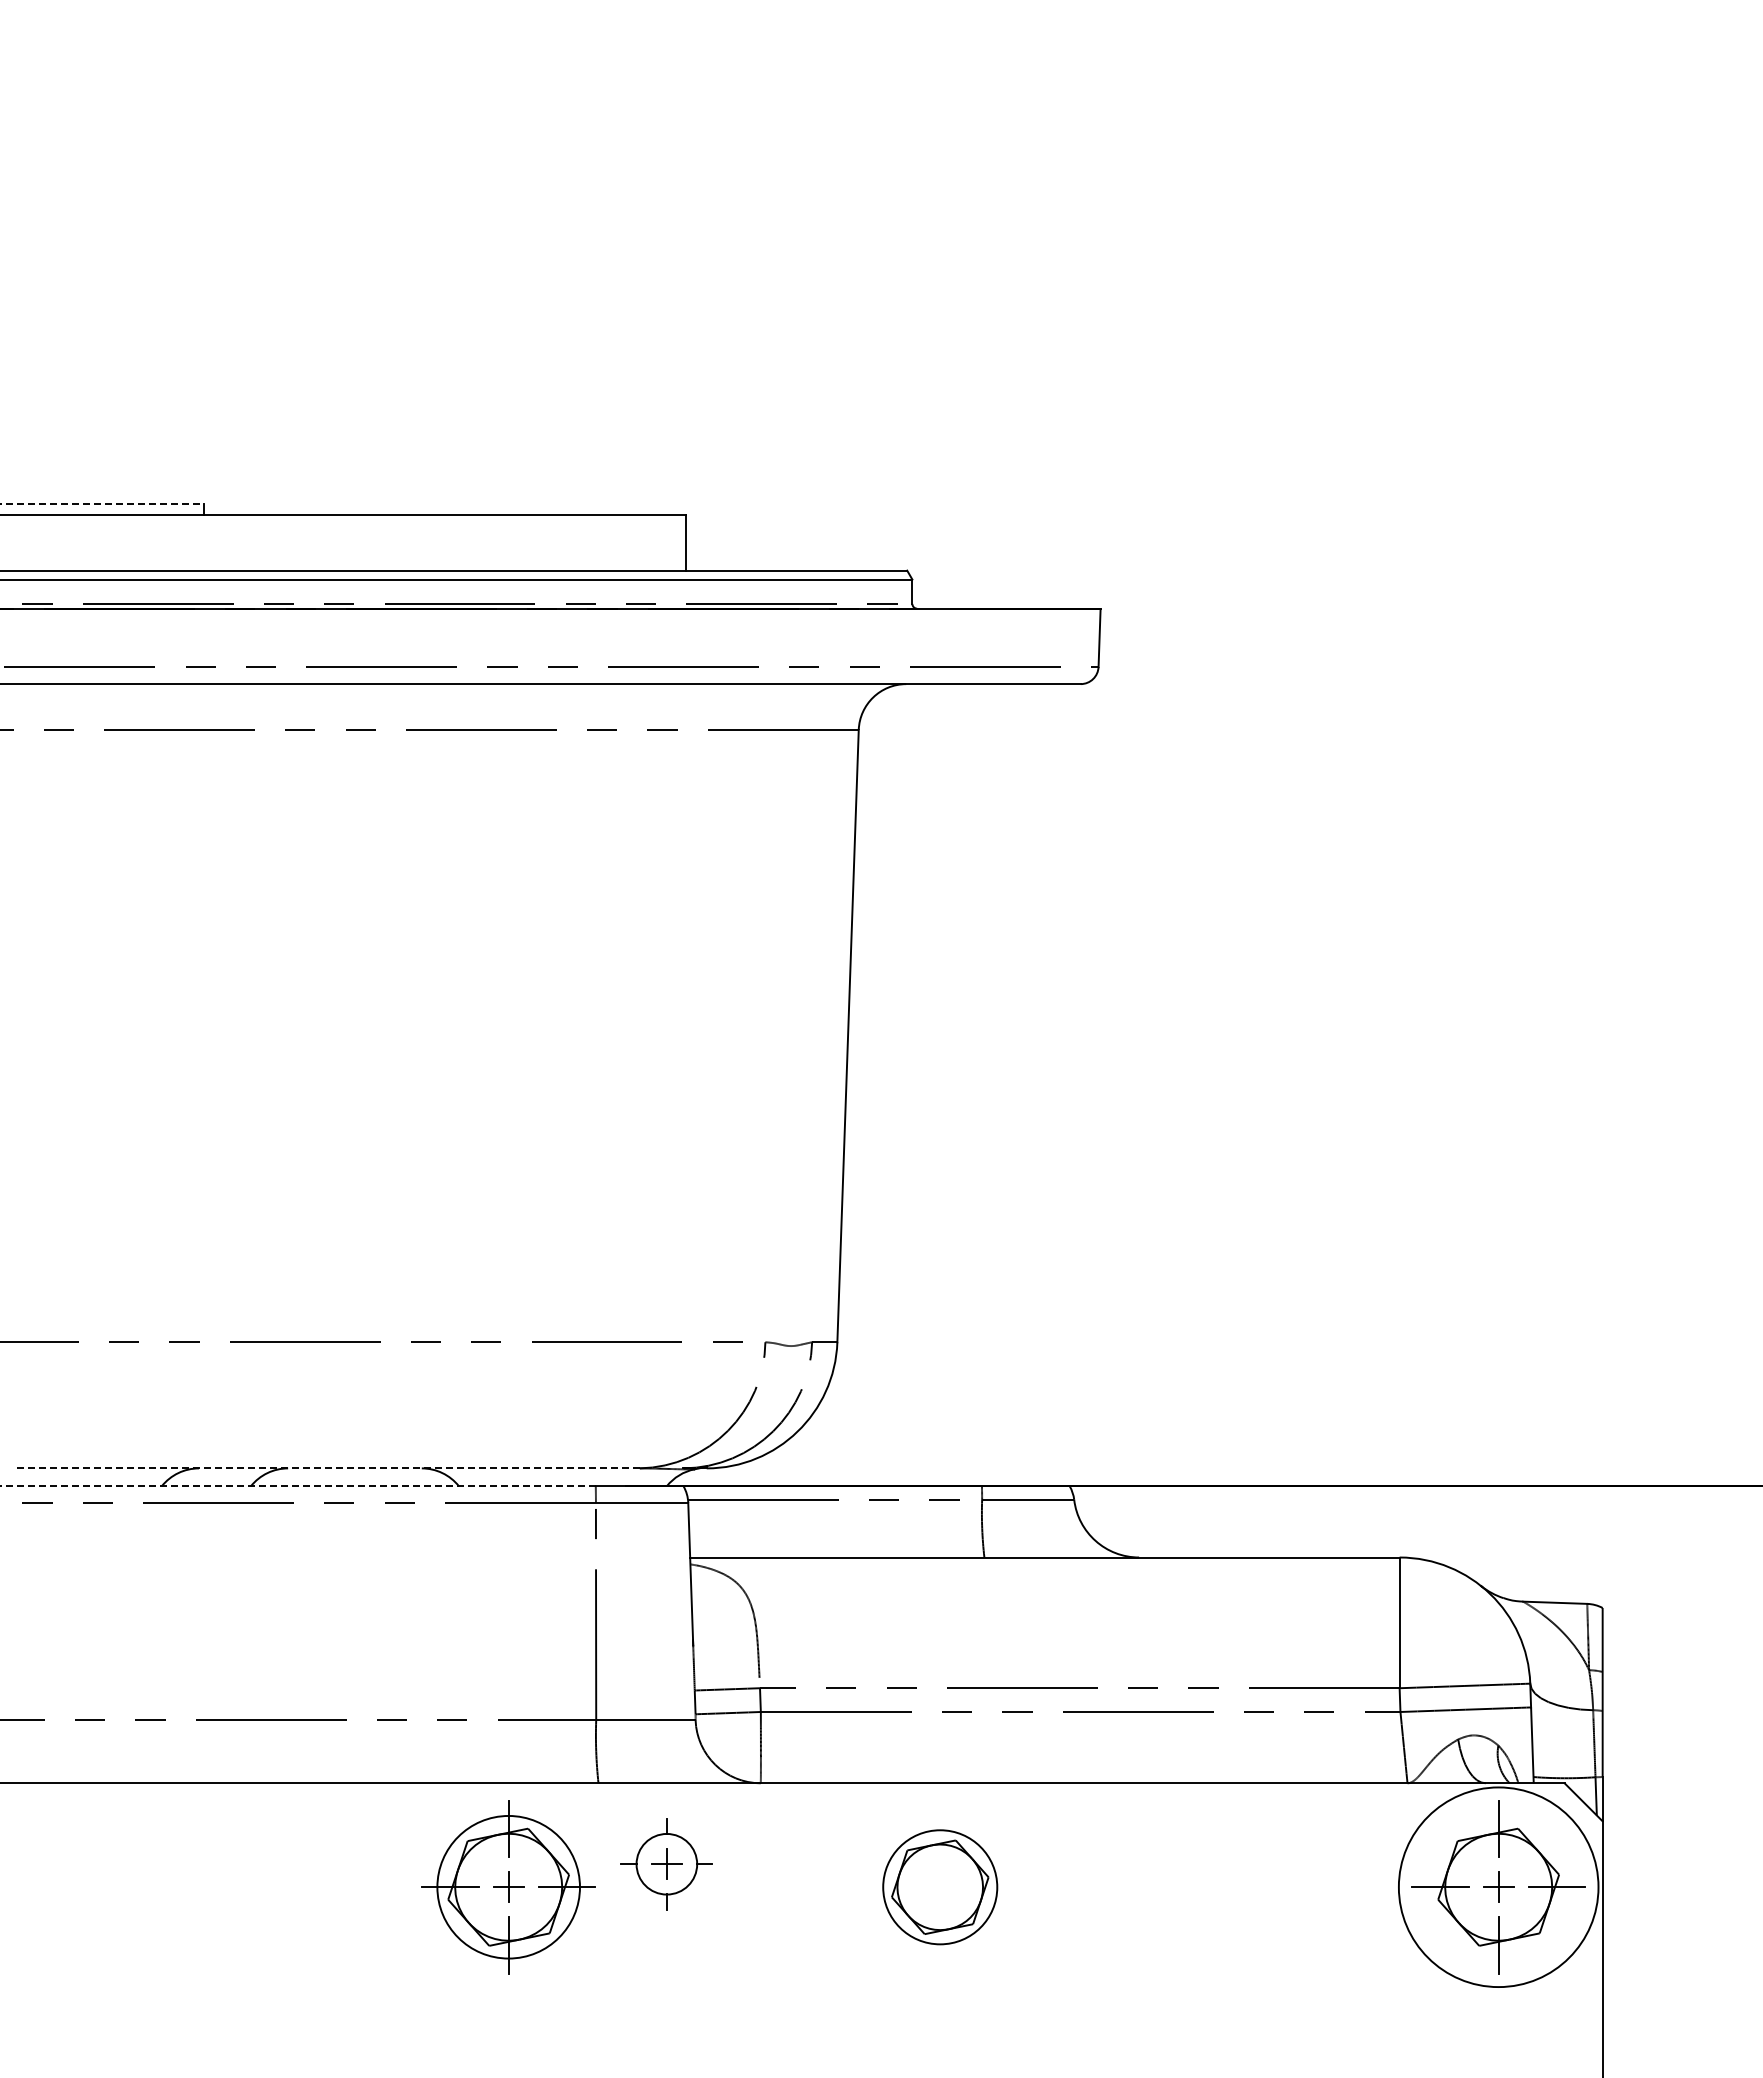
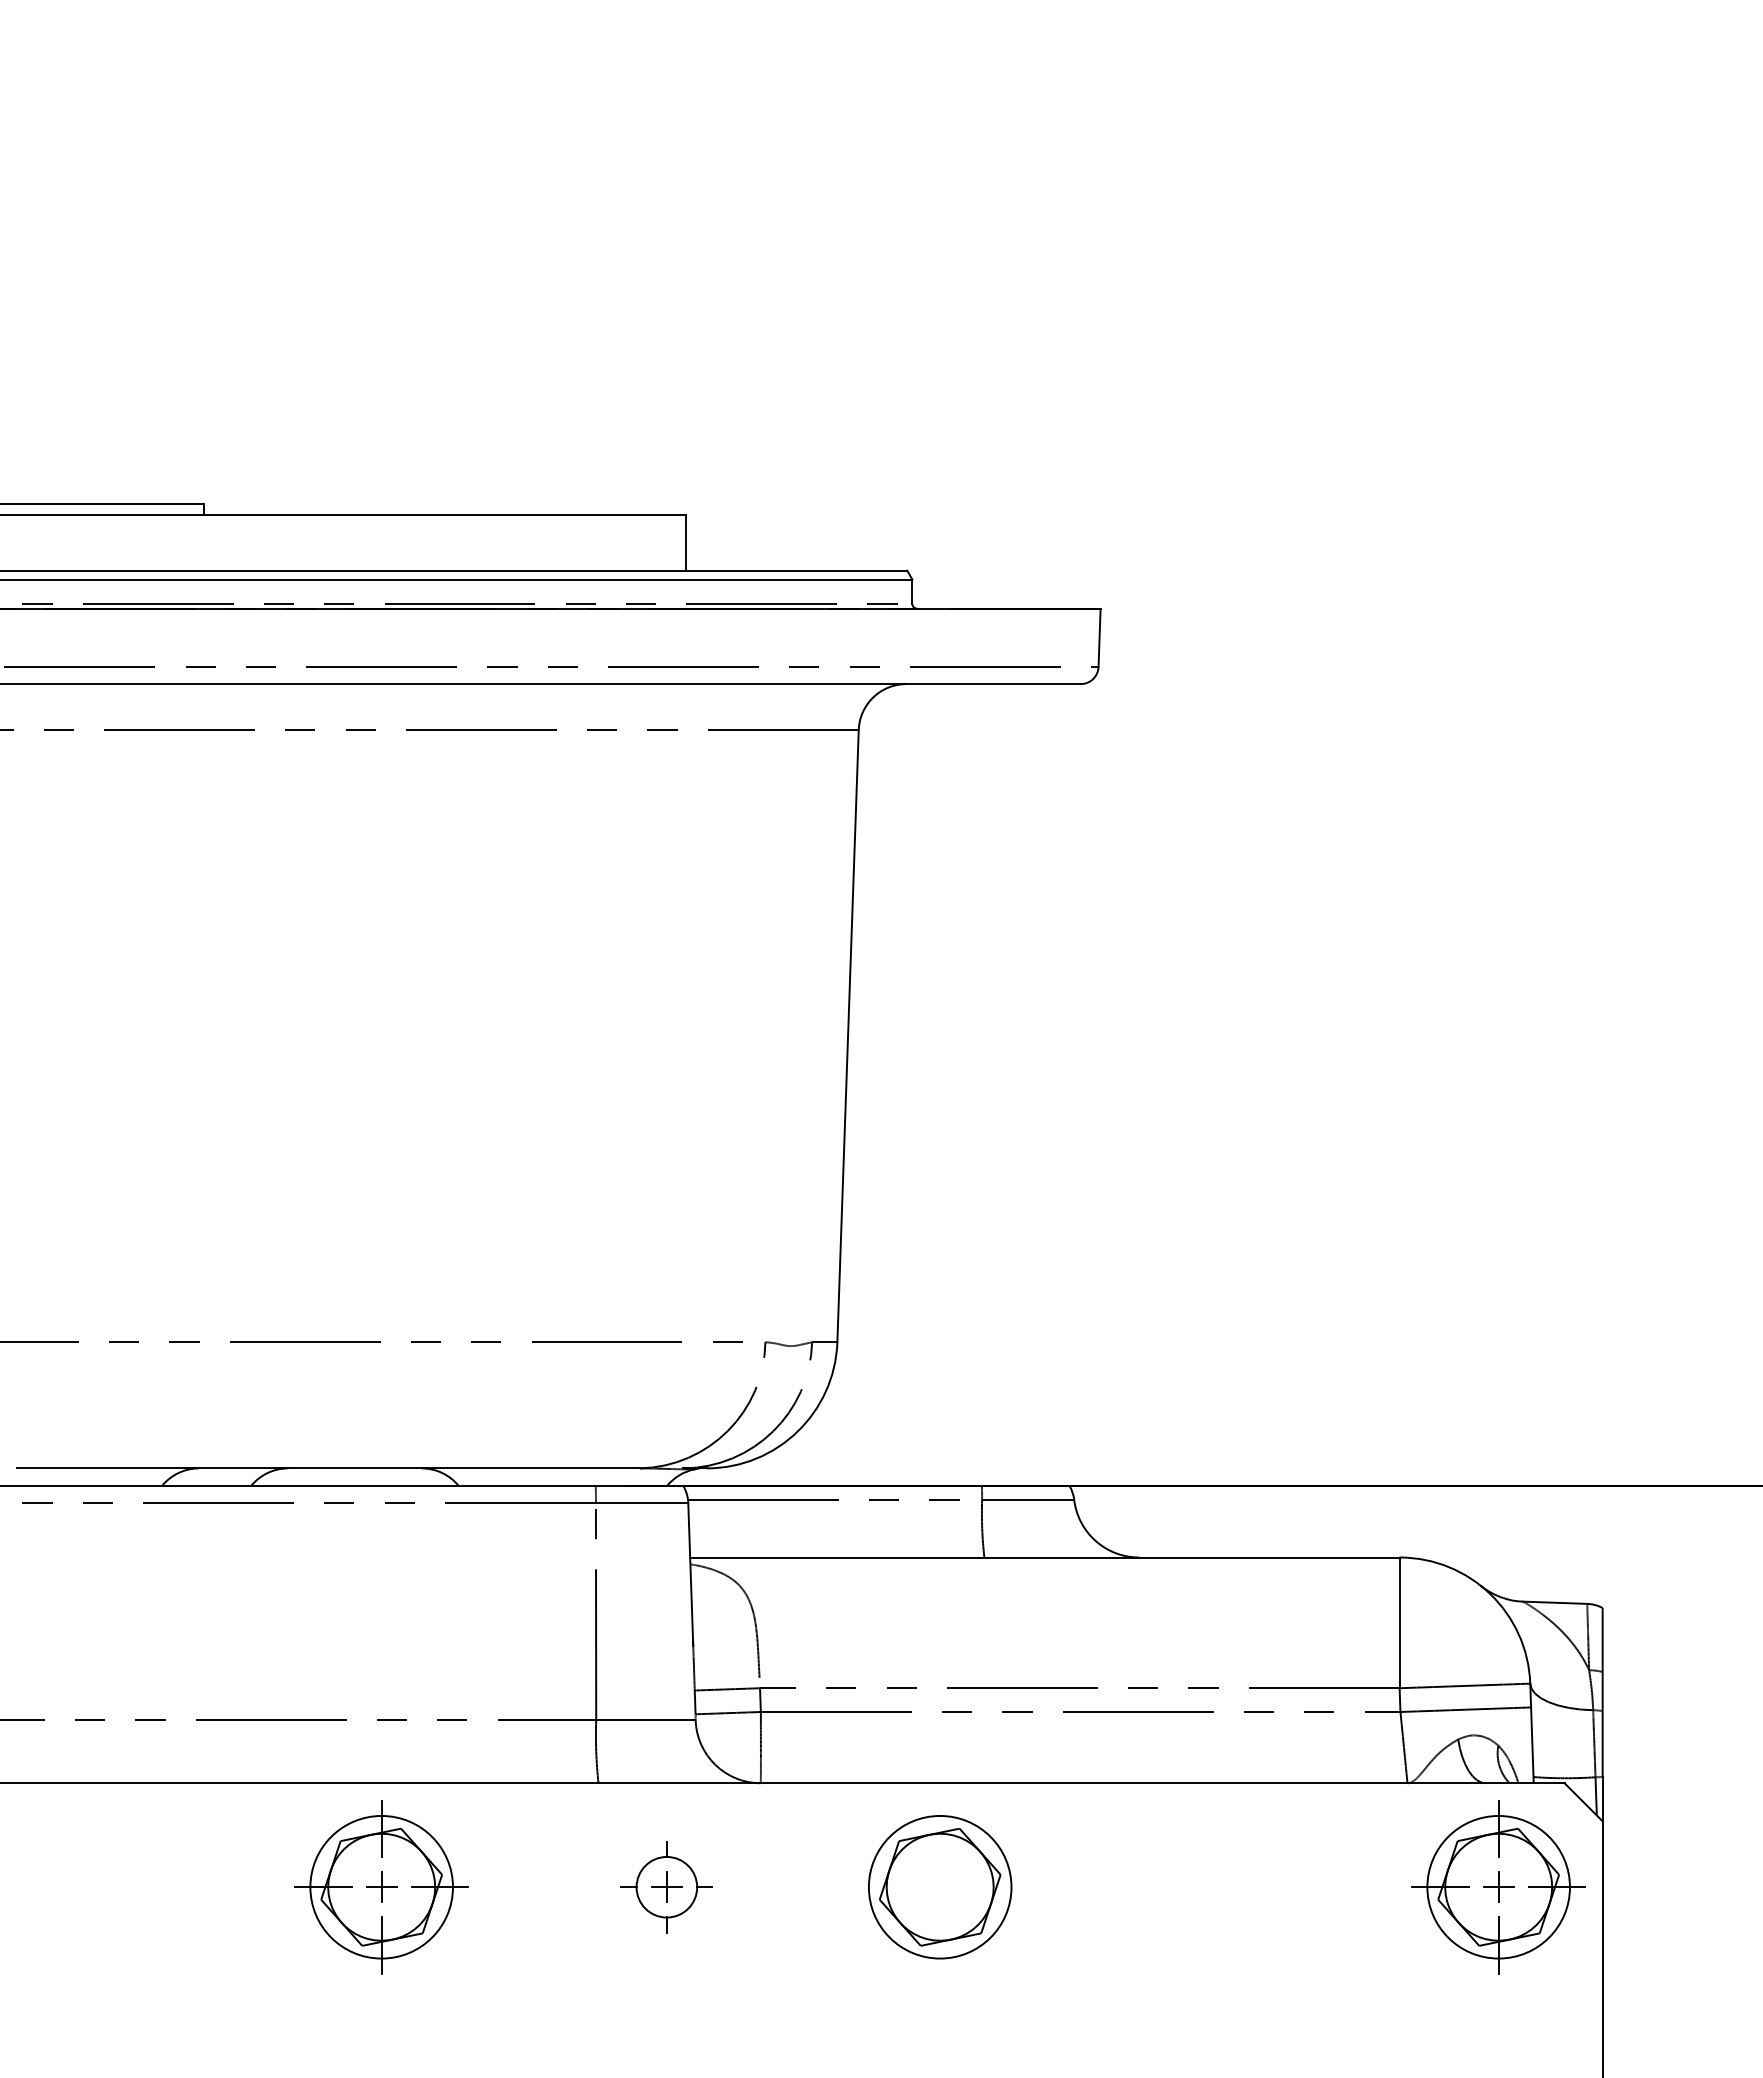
line at (102, 503): dashed -> solid
line at (327, 1468): dashed -> solid
line at (297, 1486): dashed -> solid
part at (666, 1864) position: (666, 1864) -> (666, 1887)
part at (508, 1887) position: (508, 1887) -> (381, 1887)
part at (940, 1887) size: 117x117 px -> 145x145 px
circle at (1498, 1887) diameter: 200 px -> 143 px
